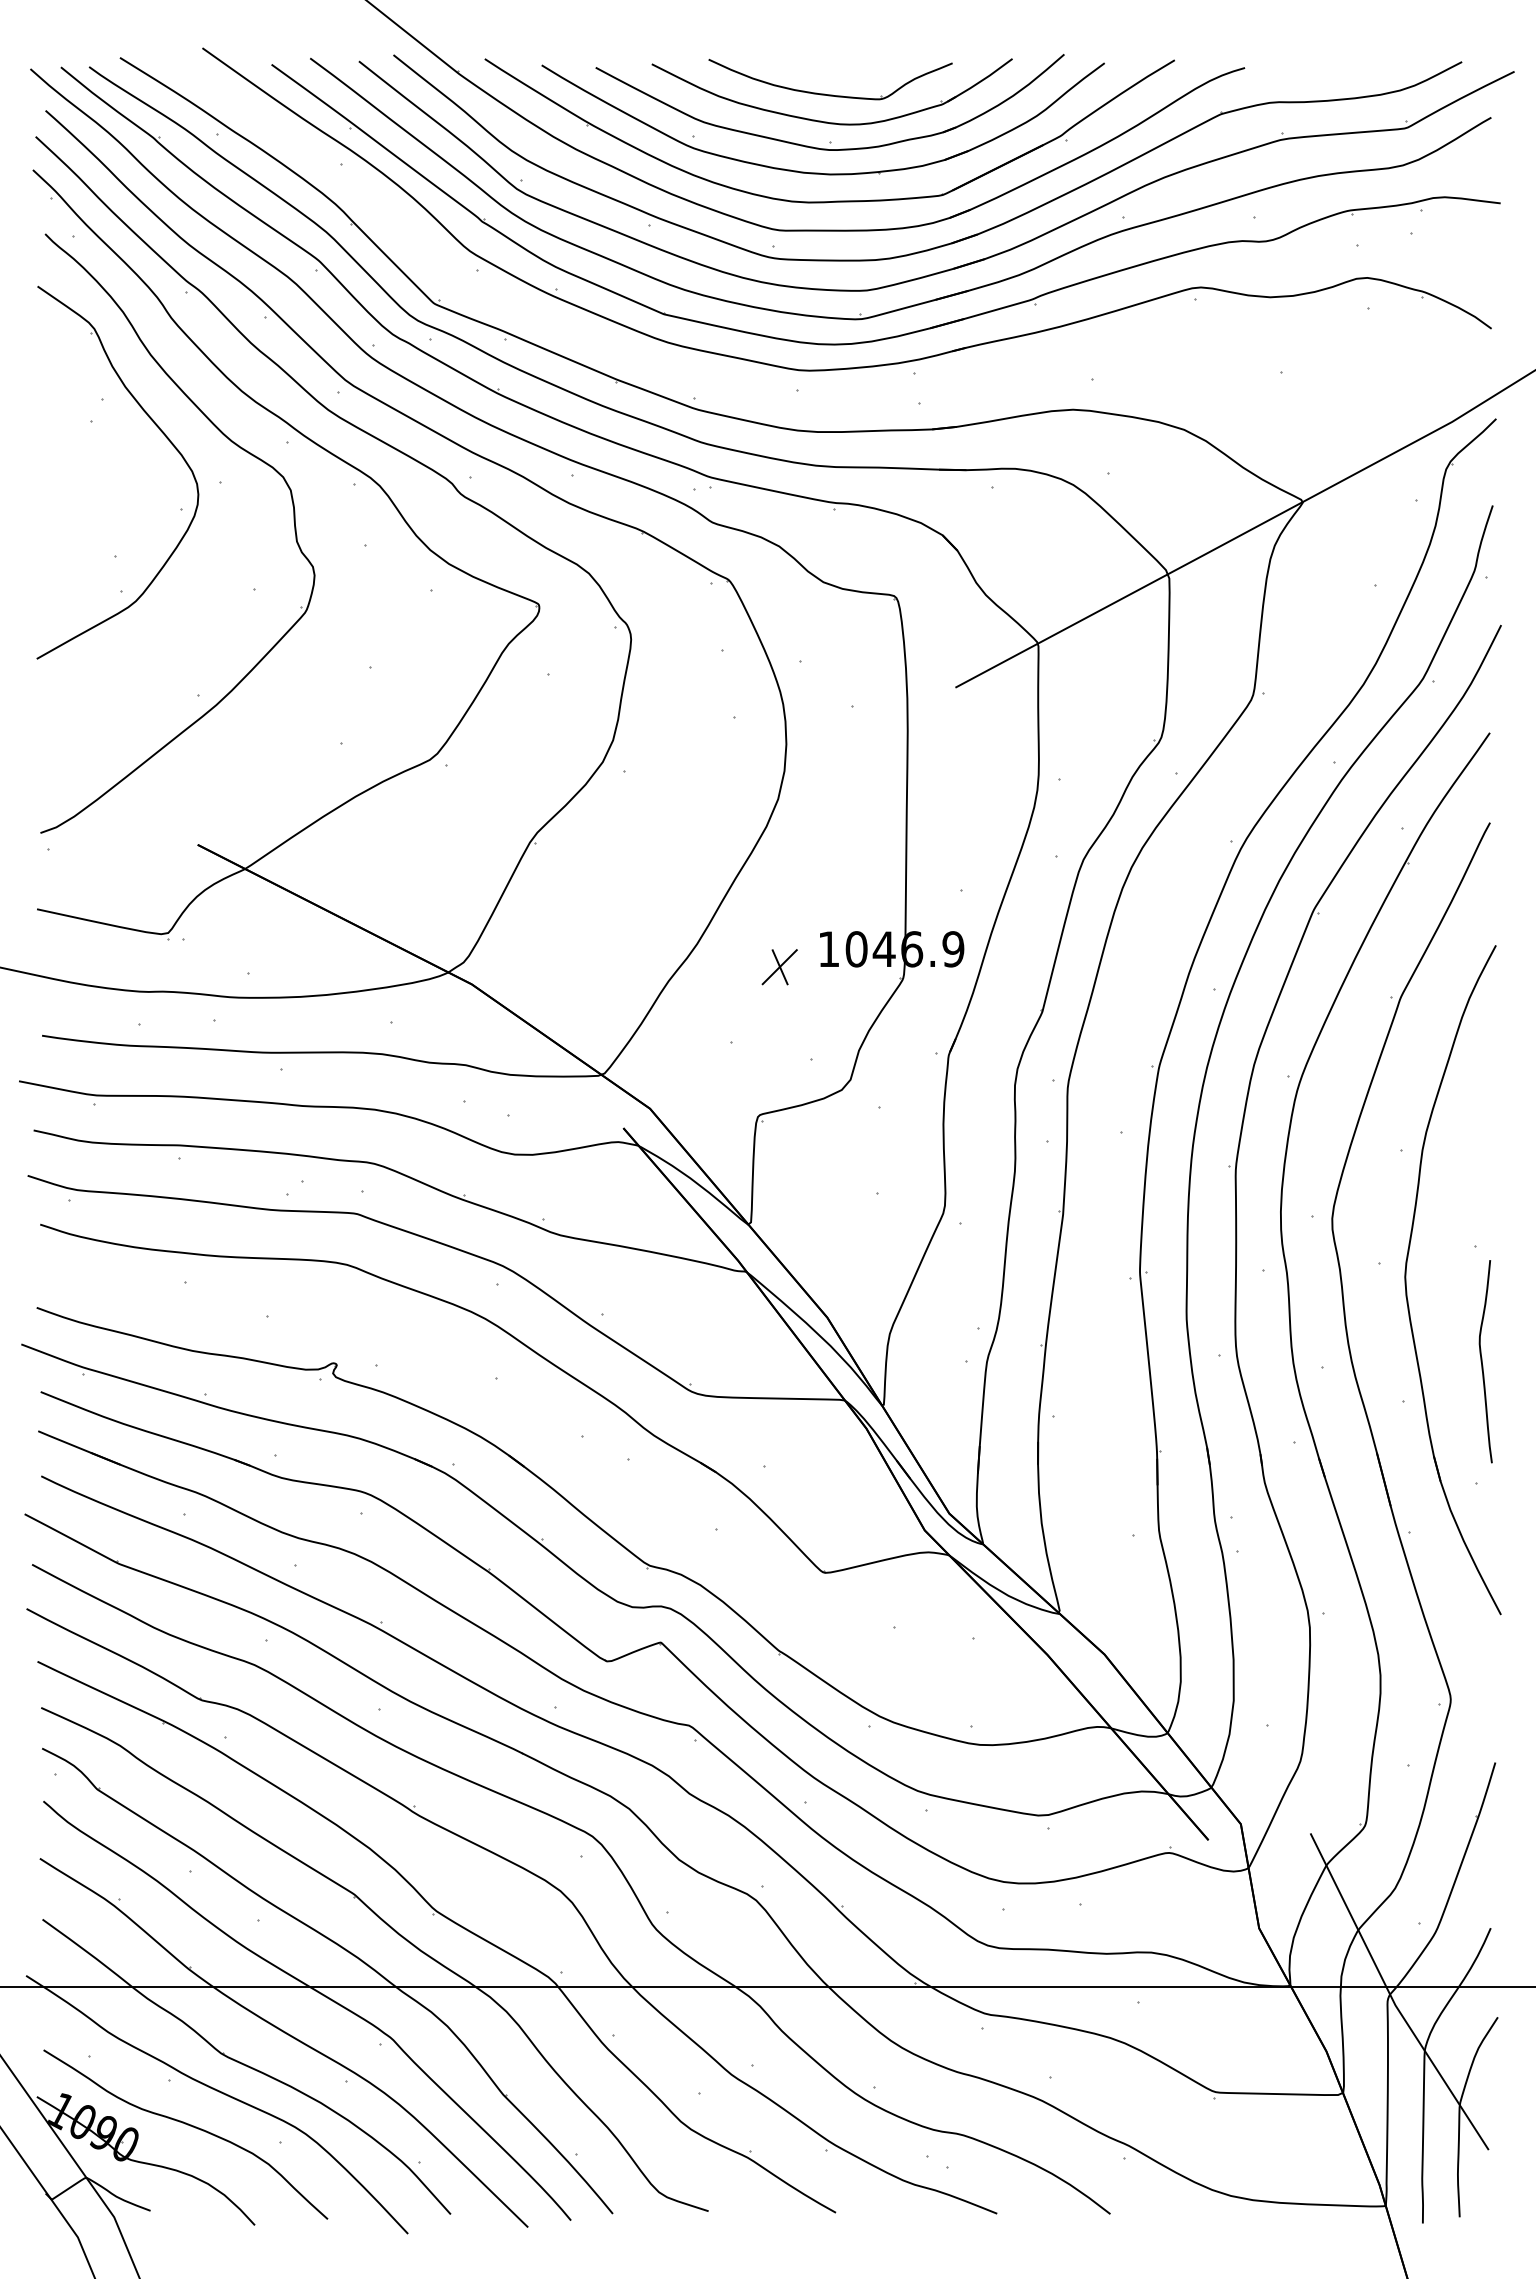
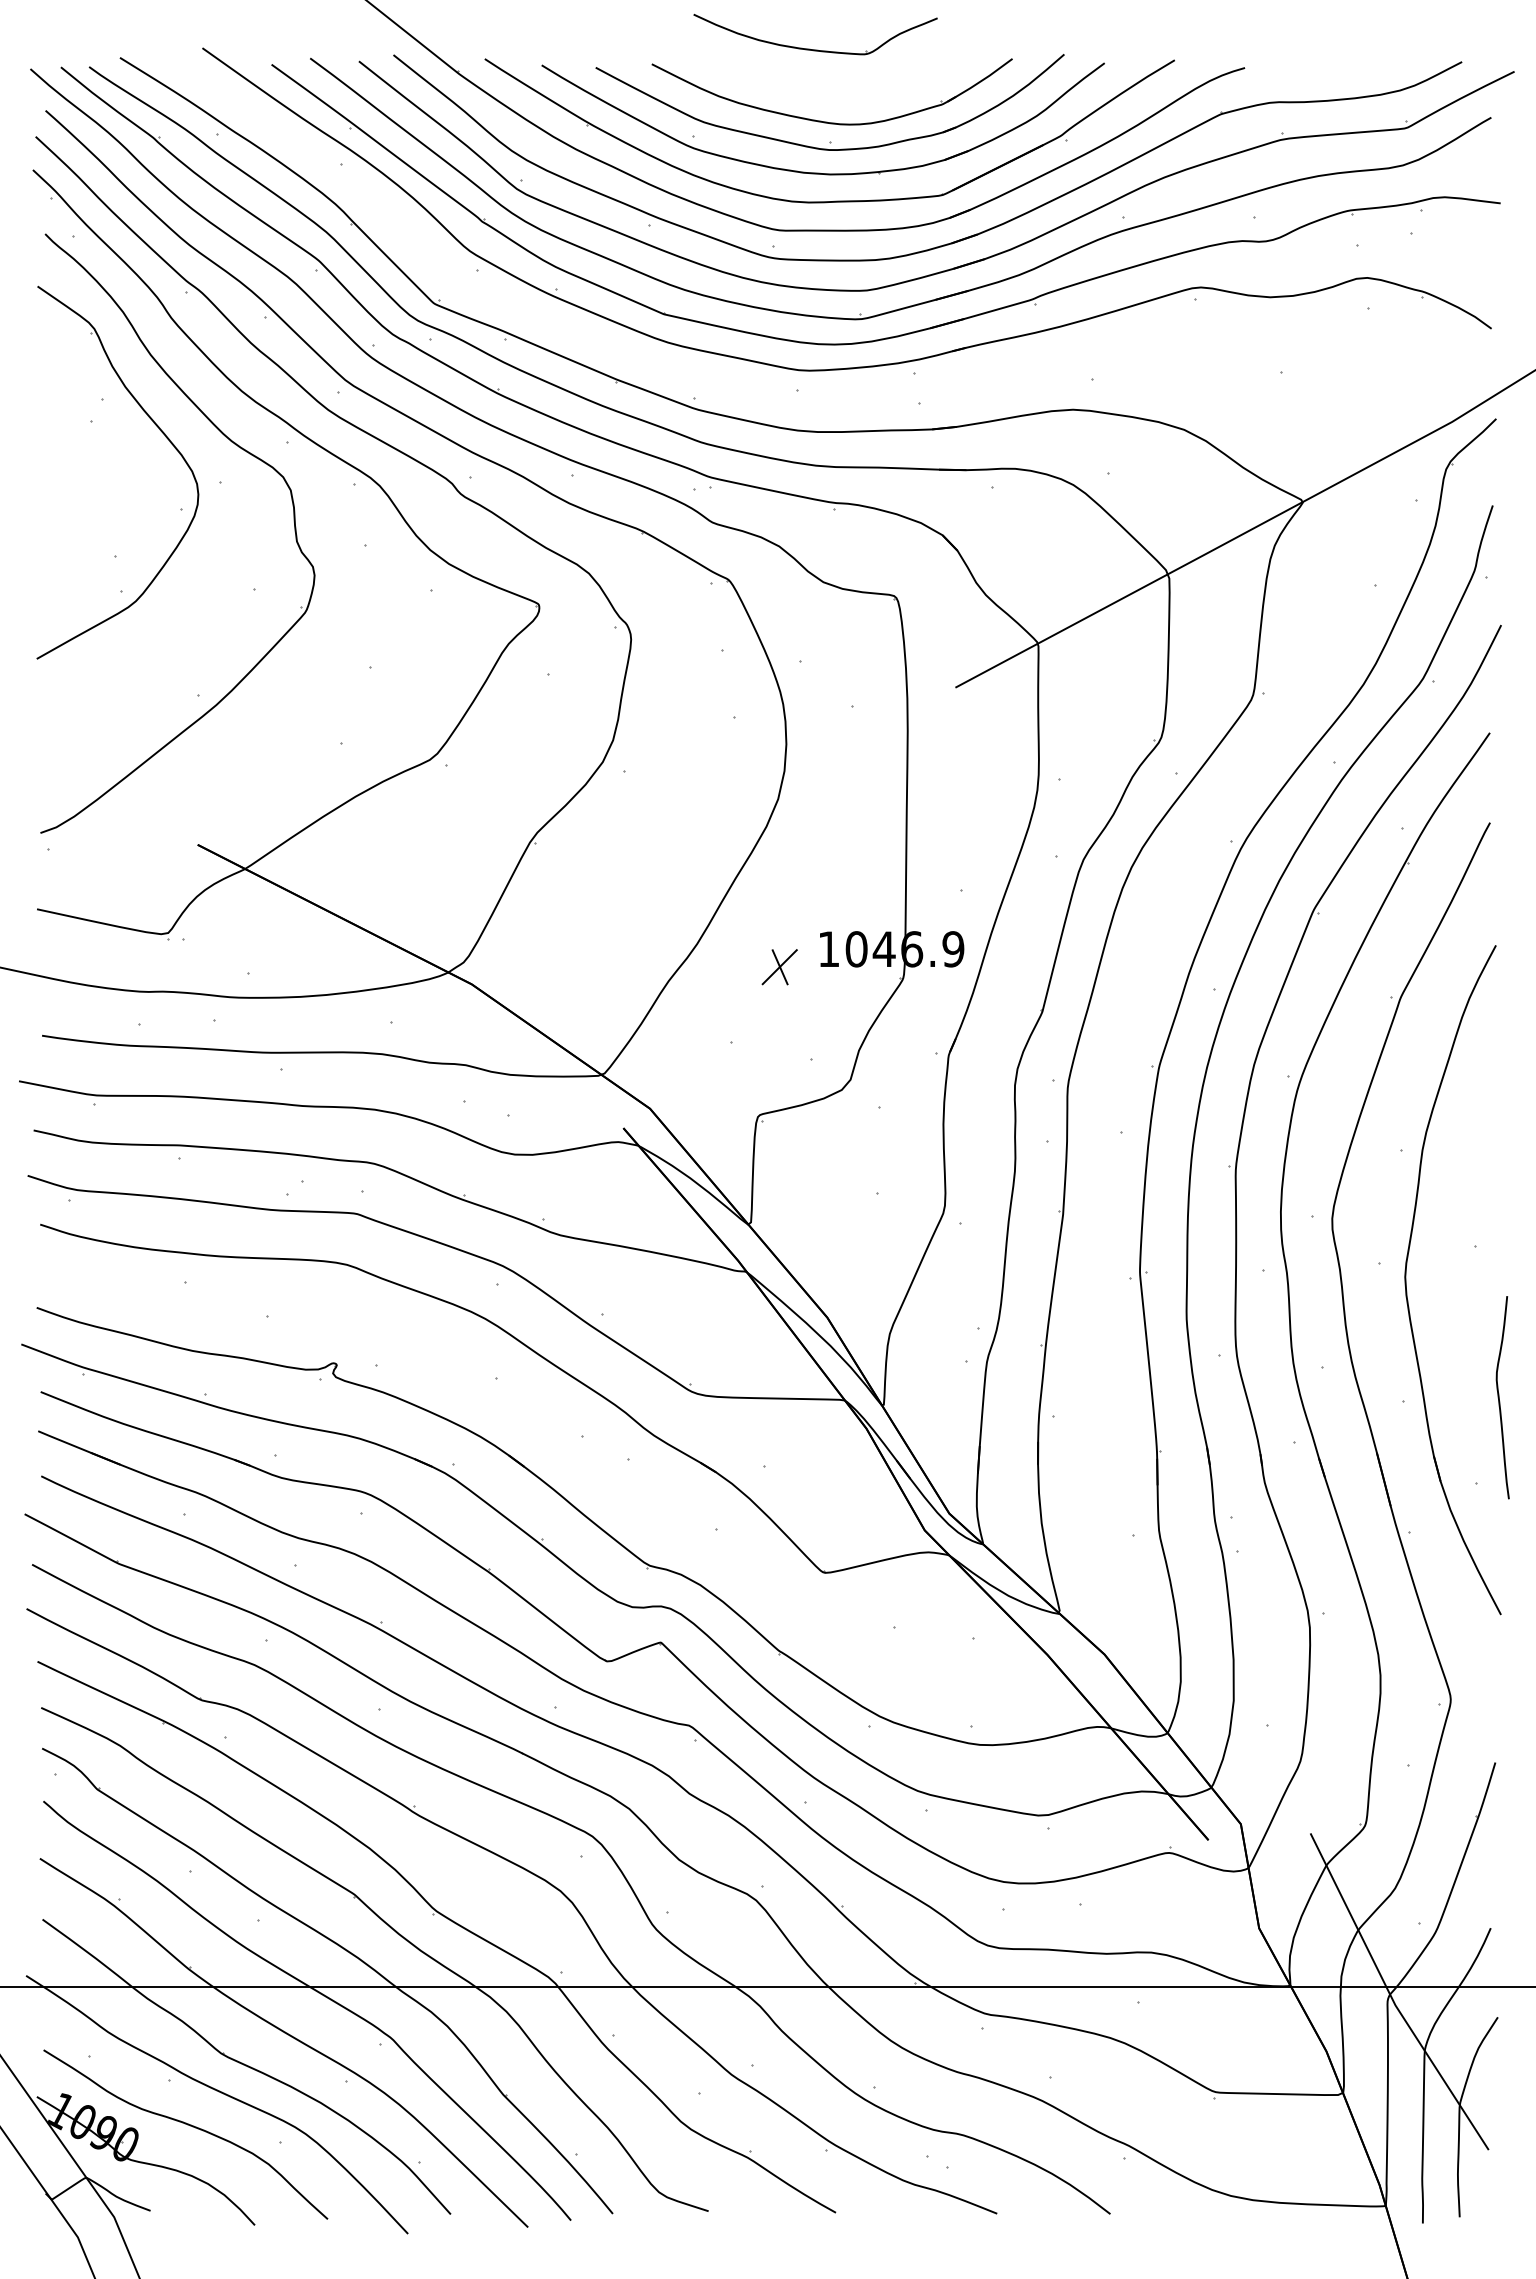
part at (830, 94) position: (830, 94) -> (815, 49)
curve at (1482, 1361) position: (1482, 1361) -> (1499, 1397)
